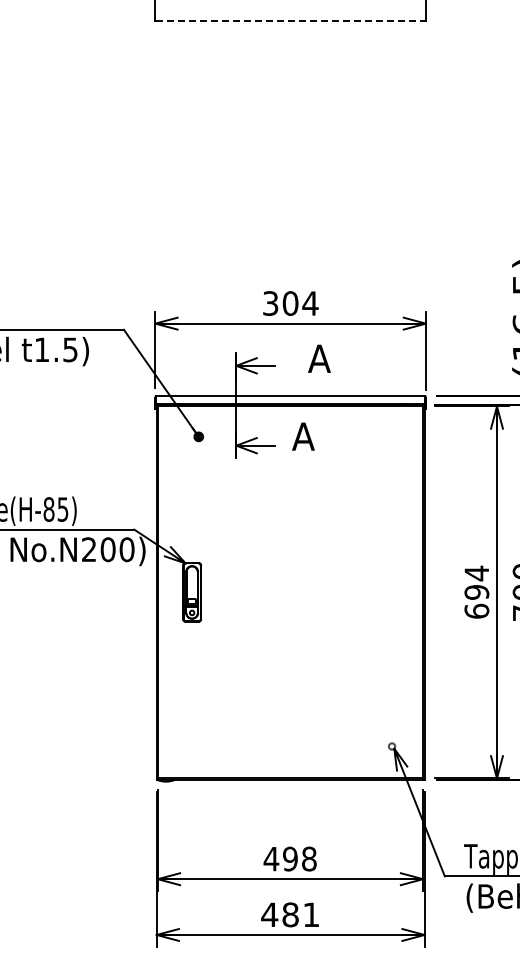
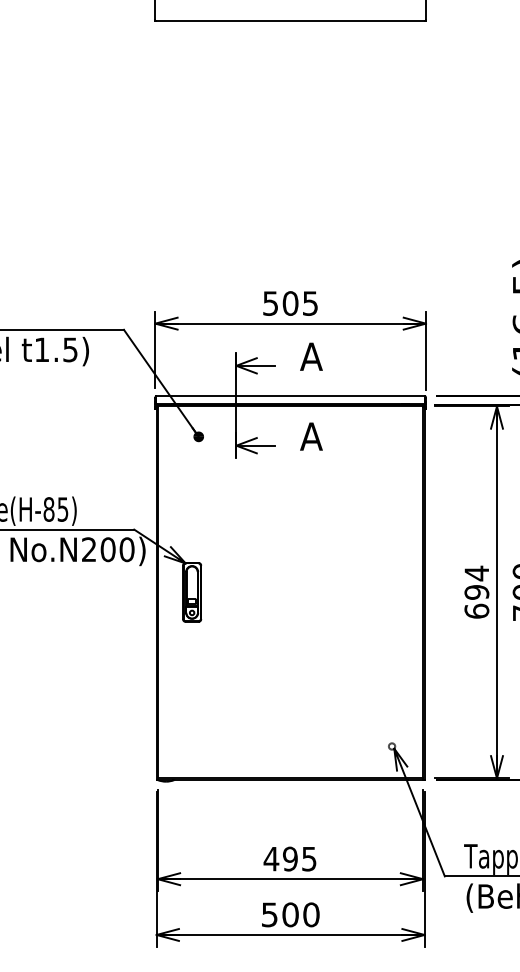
line at (290, 20): dashed -> solid
text at (291, 303): 304 -> 505
text at (319, 358) position: (319, 358) -> (311, 356)
text at (303, 436) position: (303, 436) -> (311, 436)
text at (309, 858): 498 -> 495
text at (290, 914): 481 -> 500
